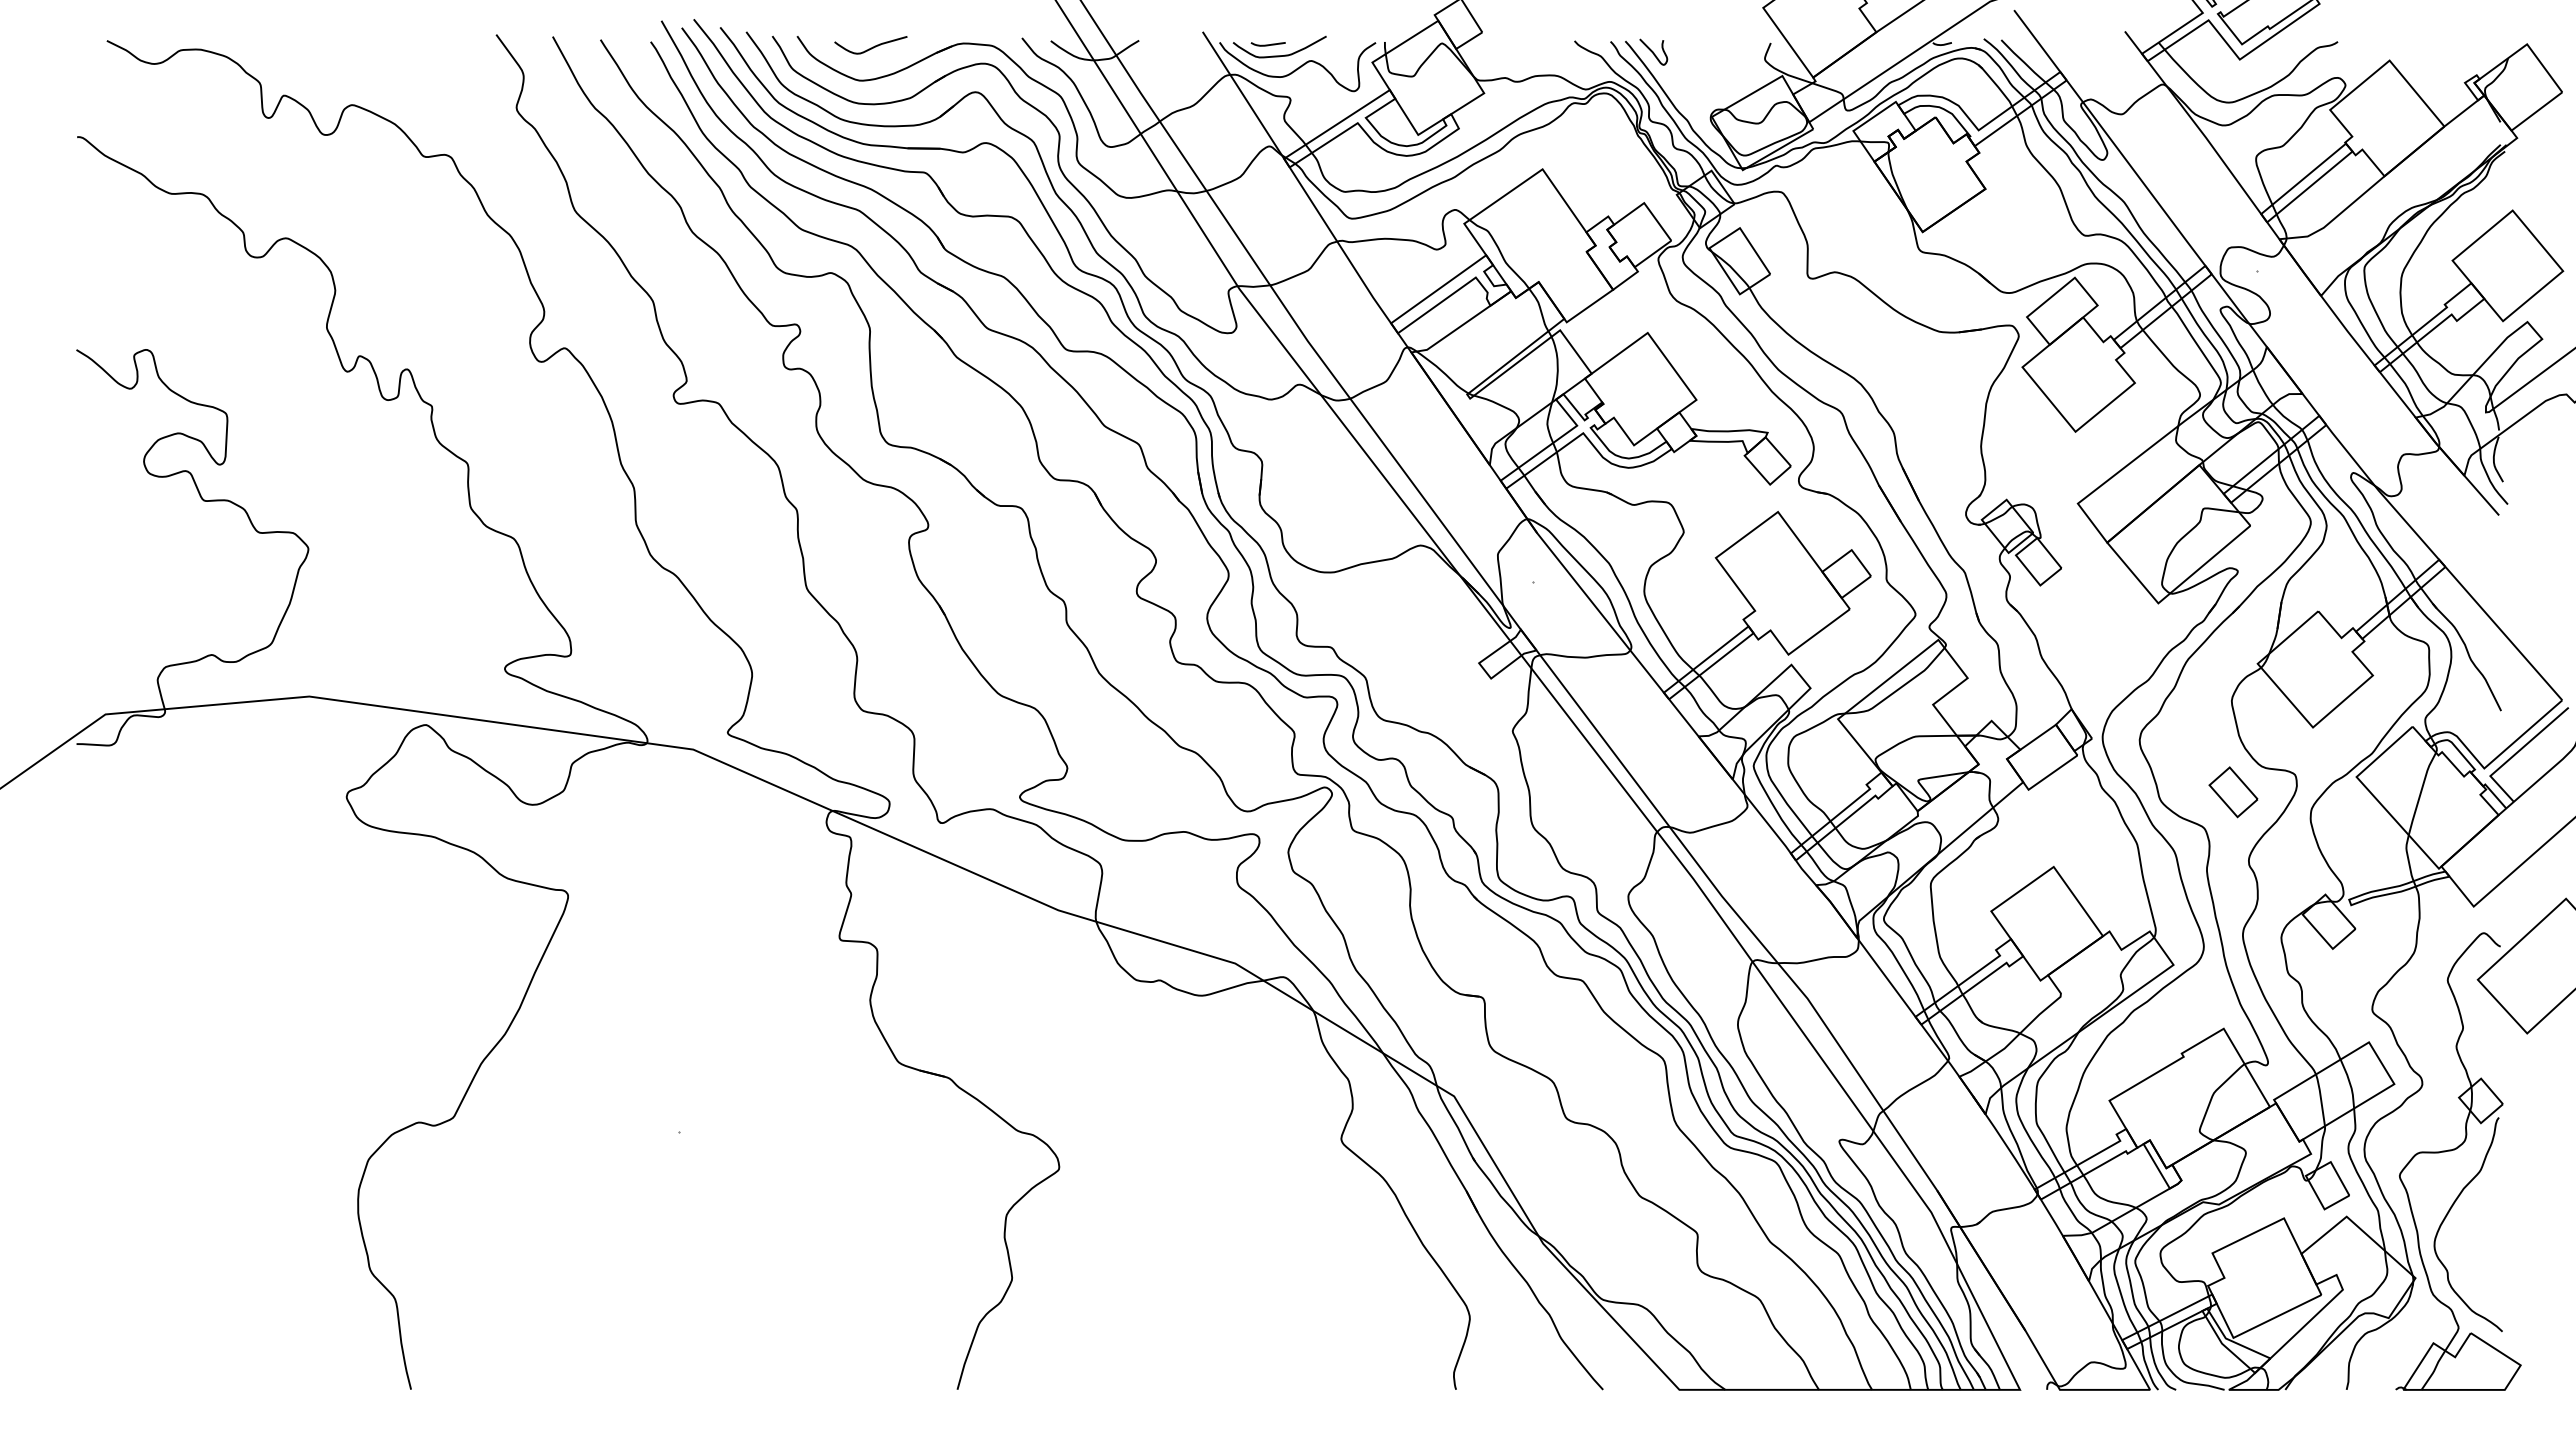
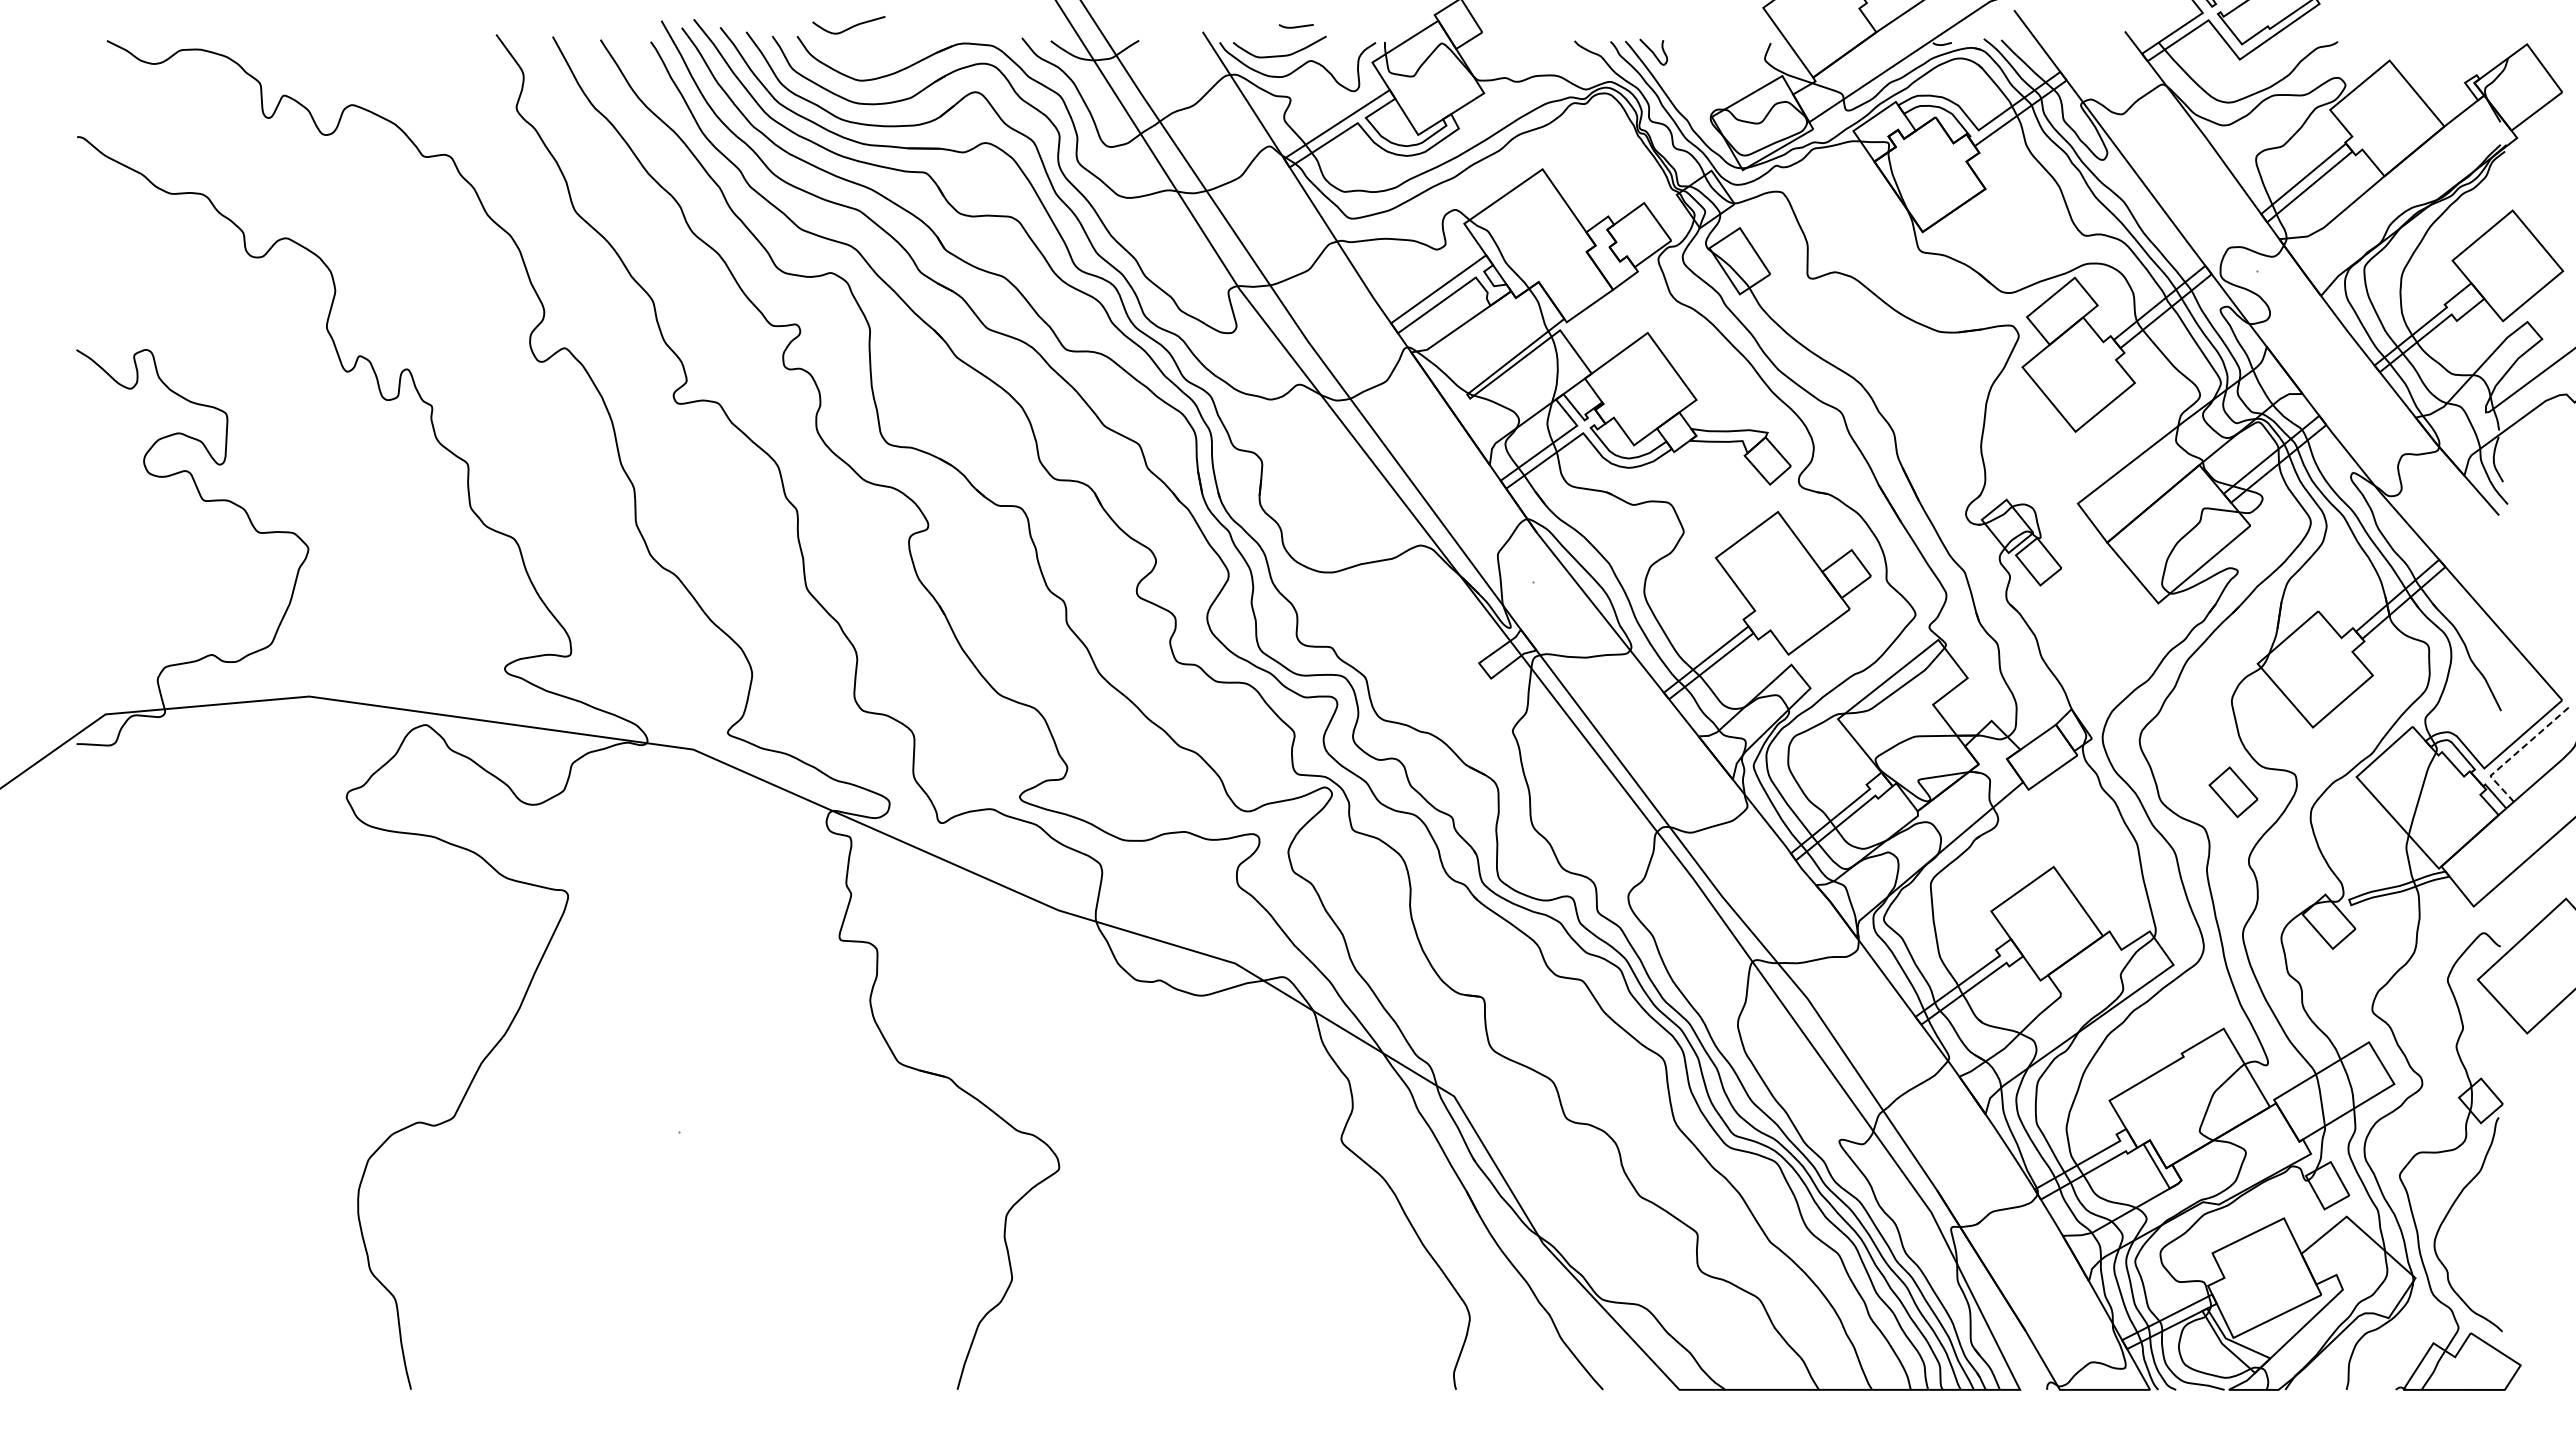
curve at (1267, 44) position: (1267, 44) -> (1295, 26)
curve at (870, 47) position: (870, 47) -> (848, 27)
line at (2515, 753): solid -> dashed
